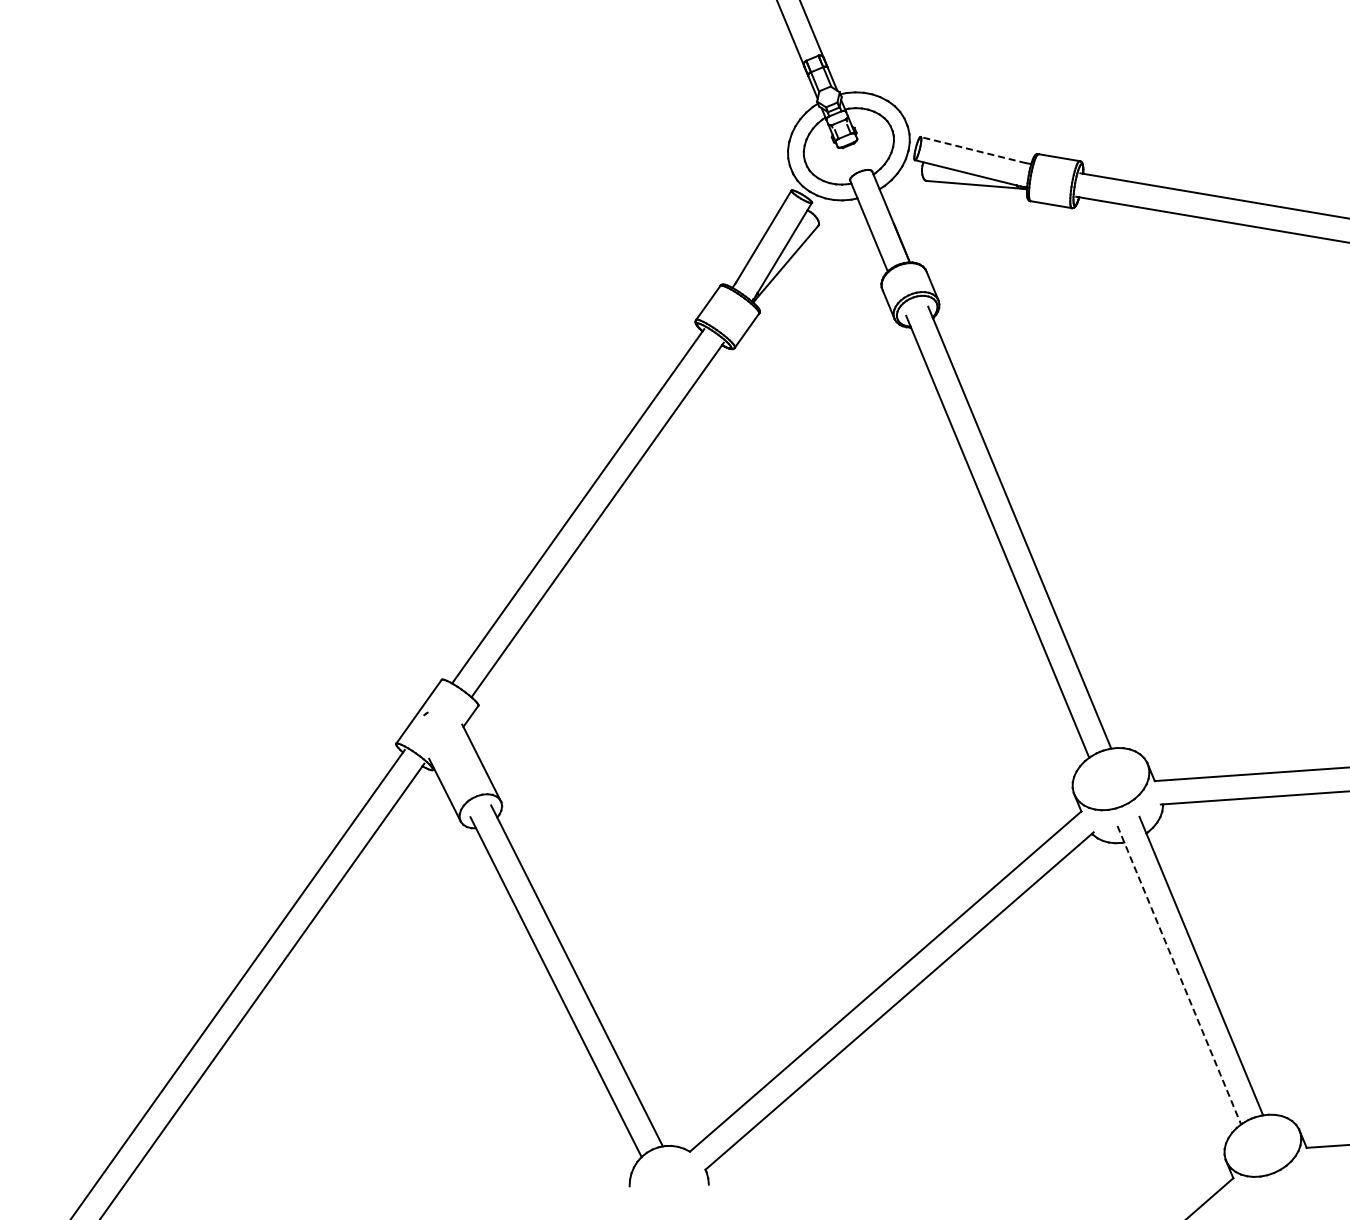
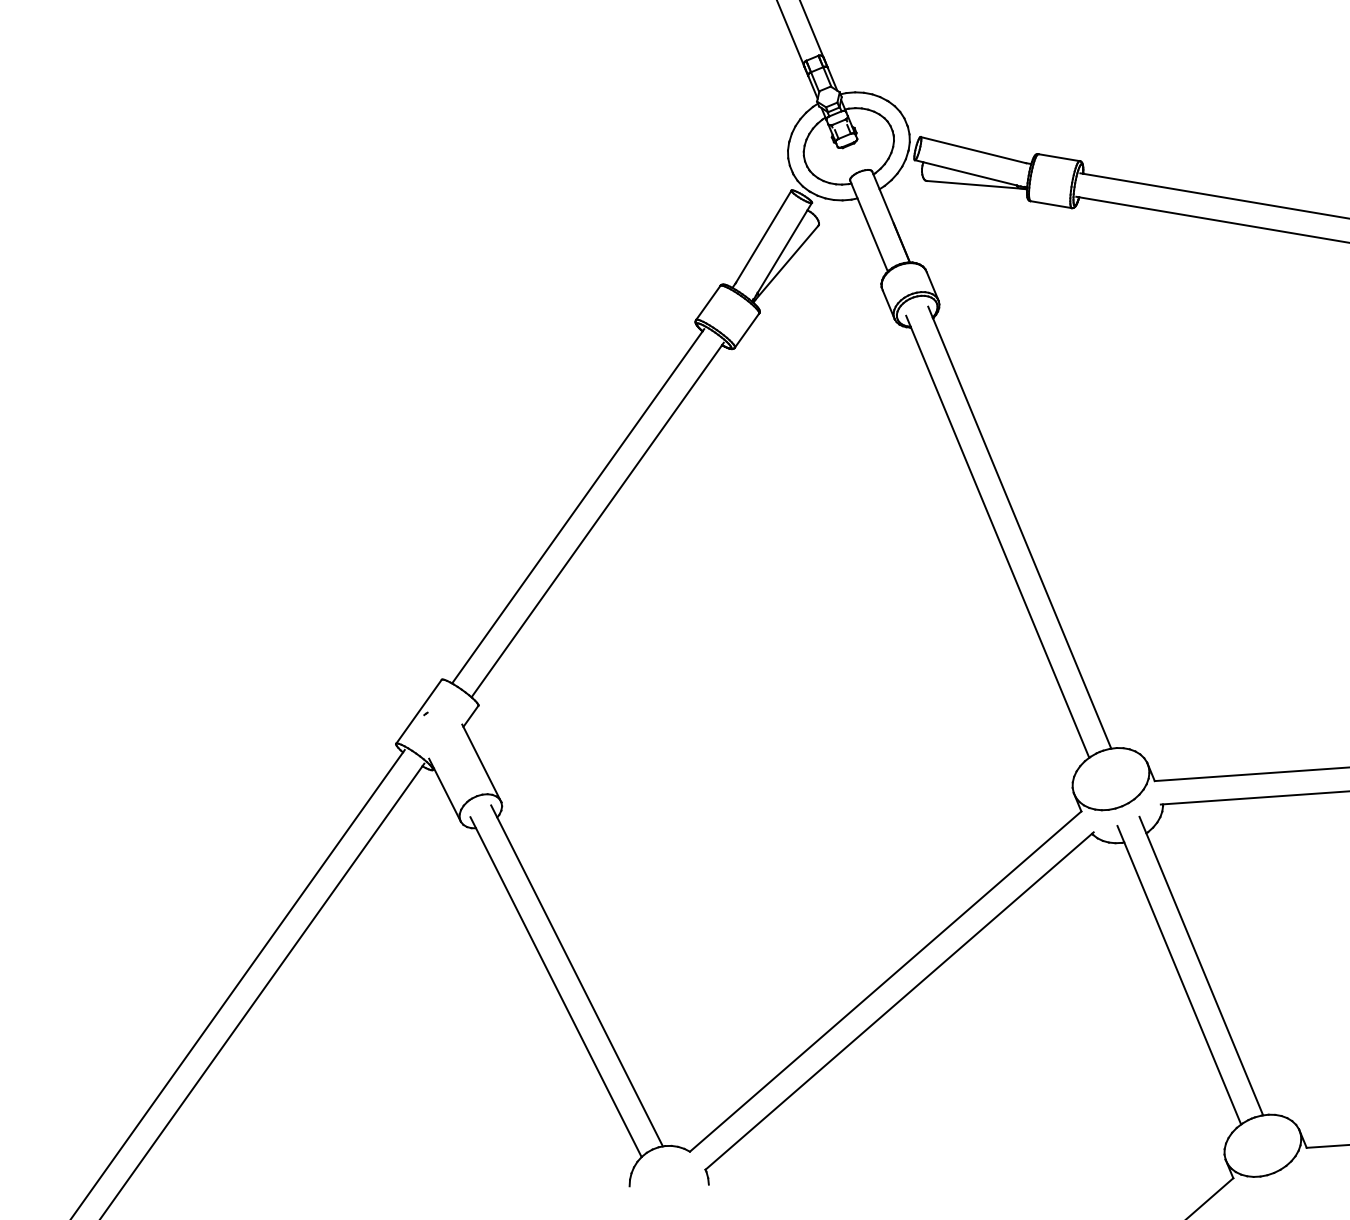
line at (973, 150): dashed -> solid
line at (1179, 975): dashed -> solid
